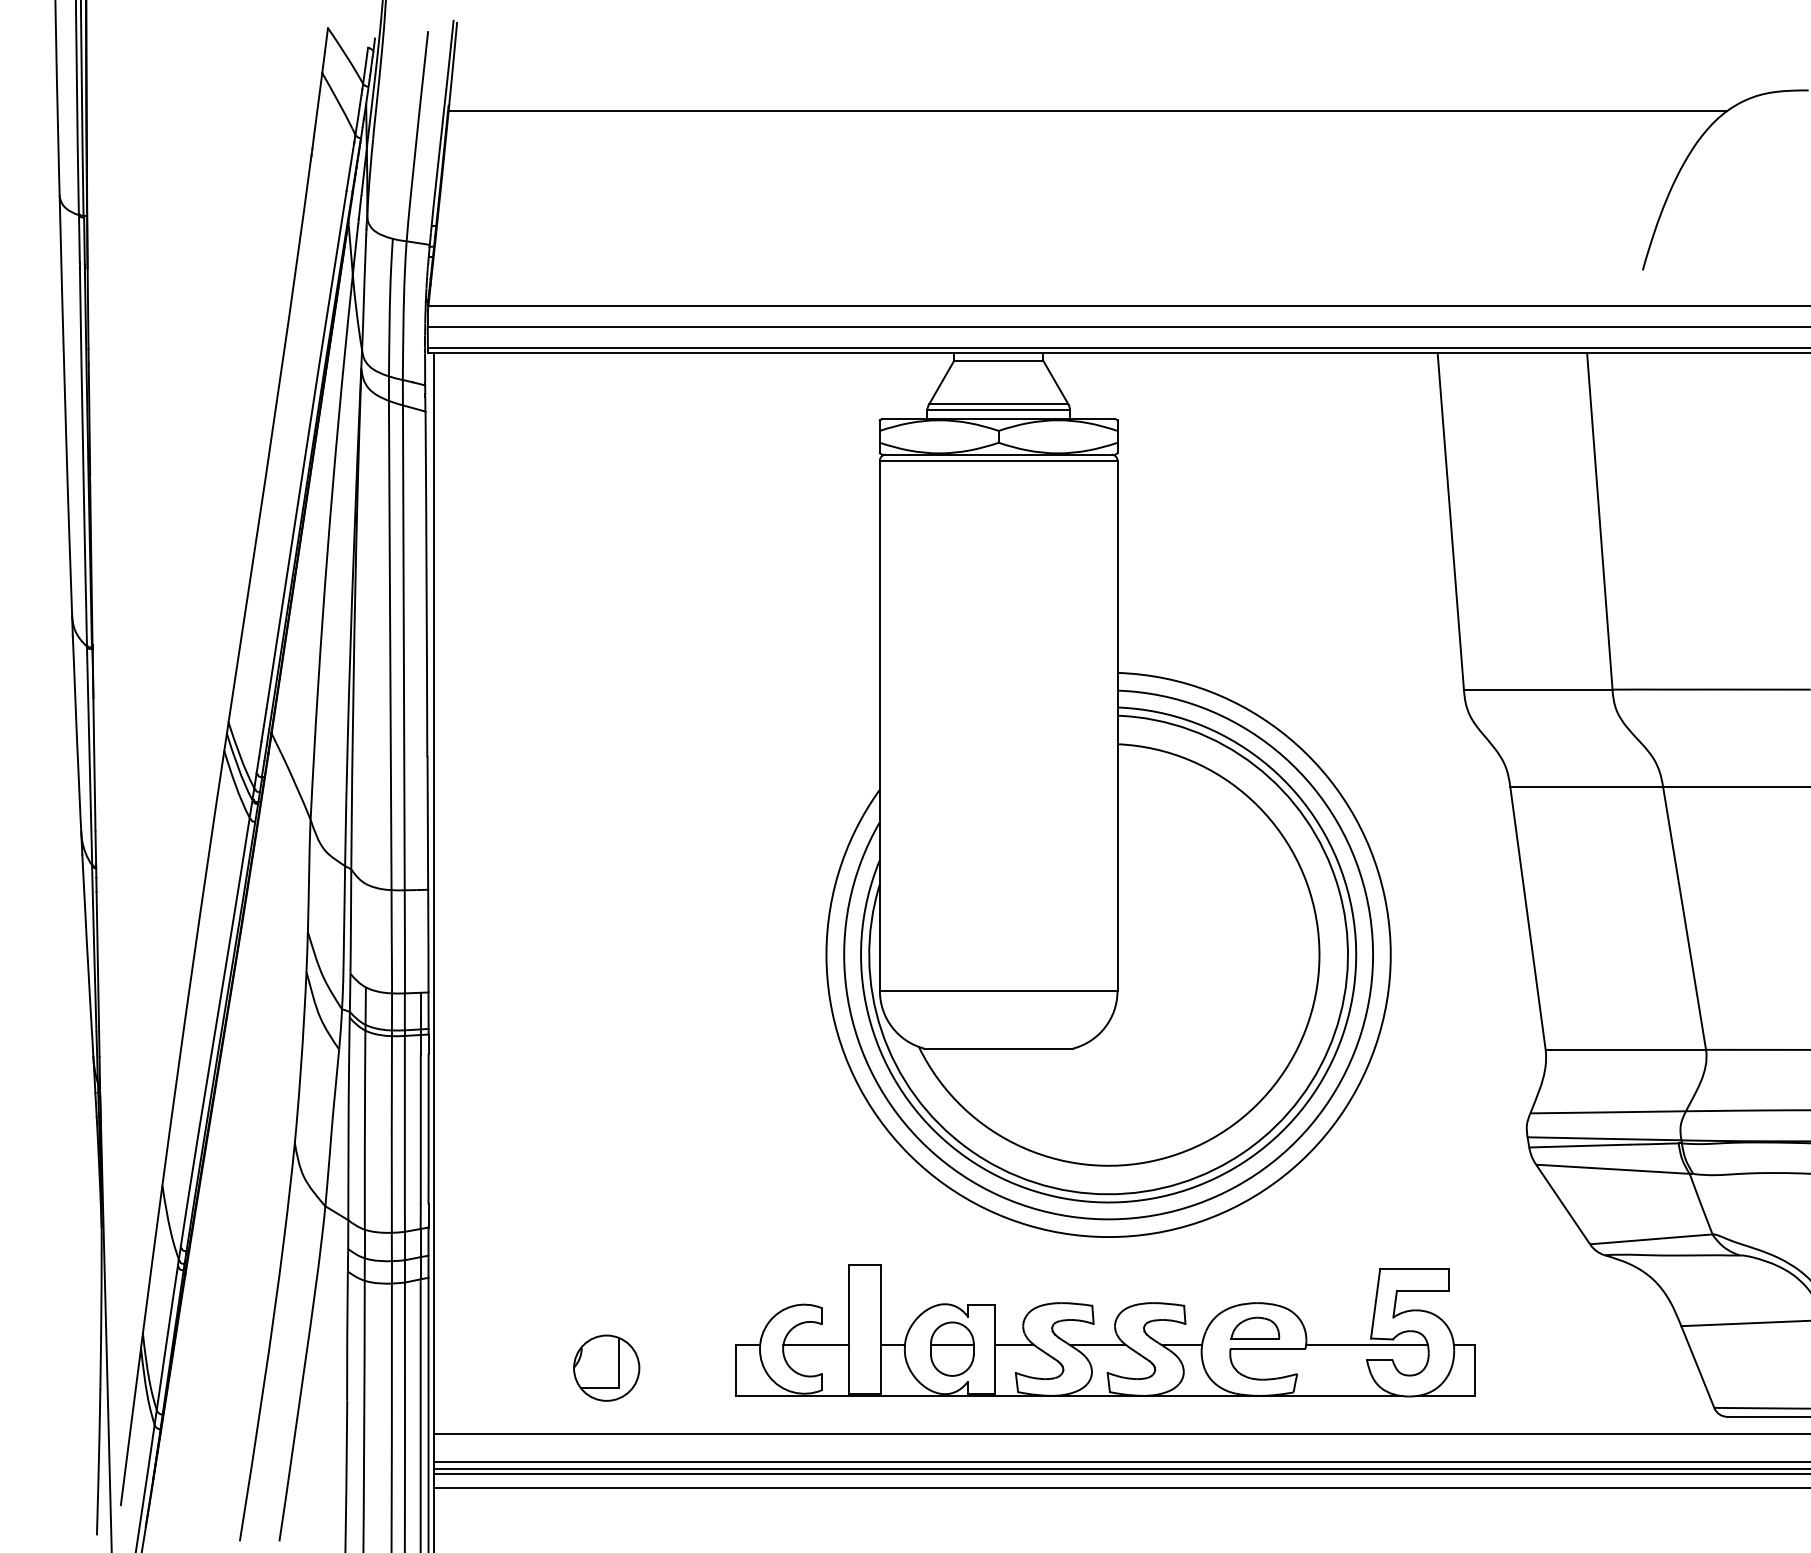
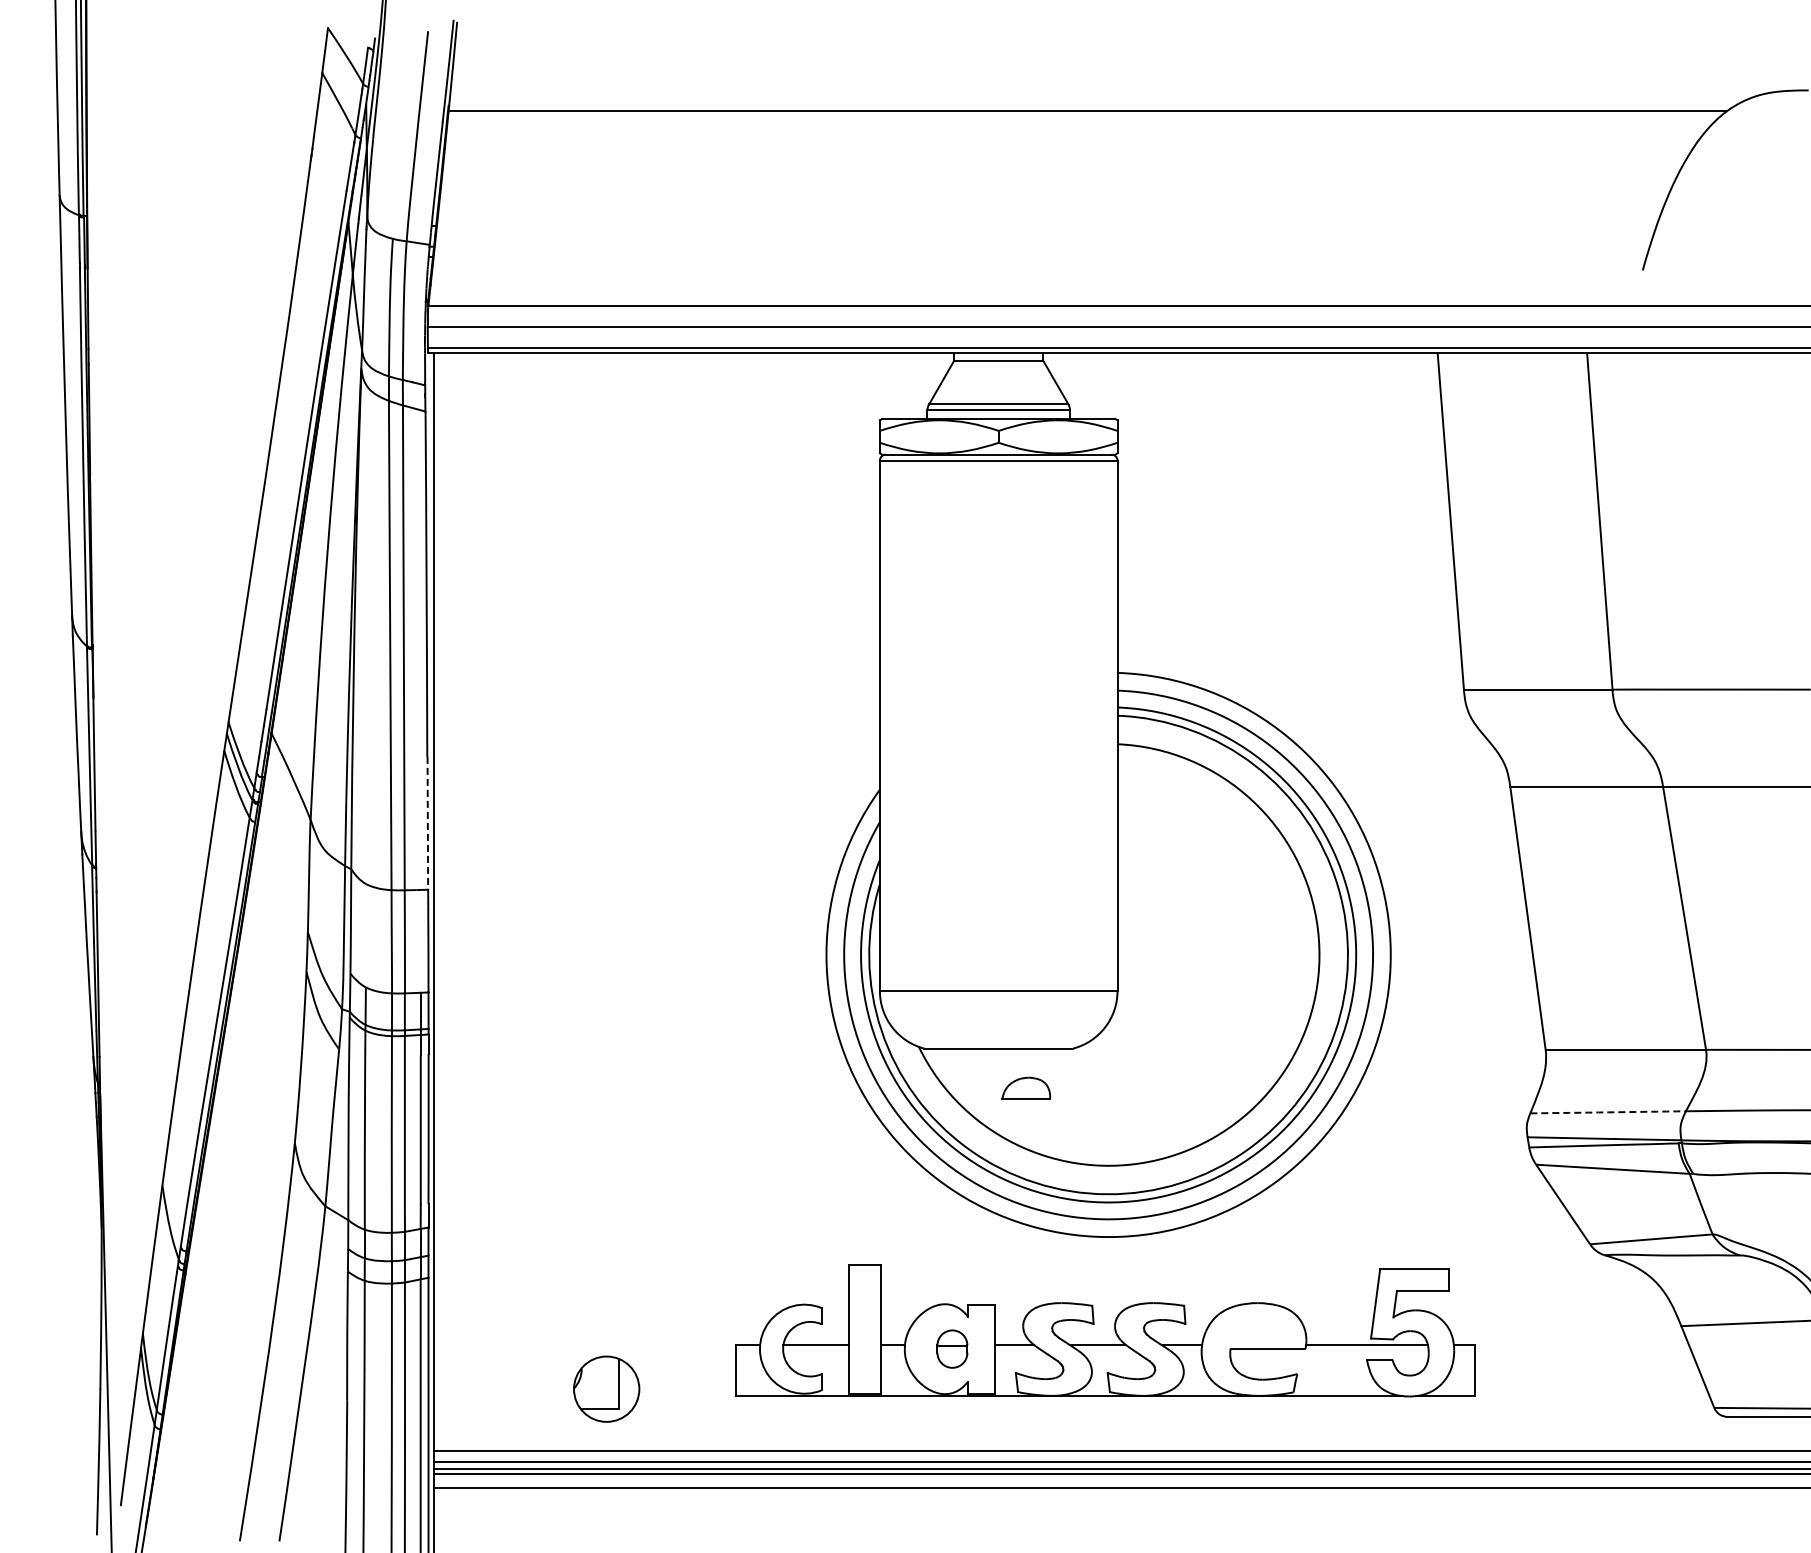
line at (427, 823): solid -> dashed
arc at (1608, 1112): solid -> dashed
part at (1255, 1327) position: (1255, 1327) -> (1026, 1087)
part at (952, 1348) size: 45x56 px -> 33x40 px
part at (606, 1367) position: (606, 1367) -> (606, 1388)
line at (1120, 1434) position: (1120, 1434) -> (1120, 1451)
